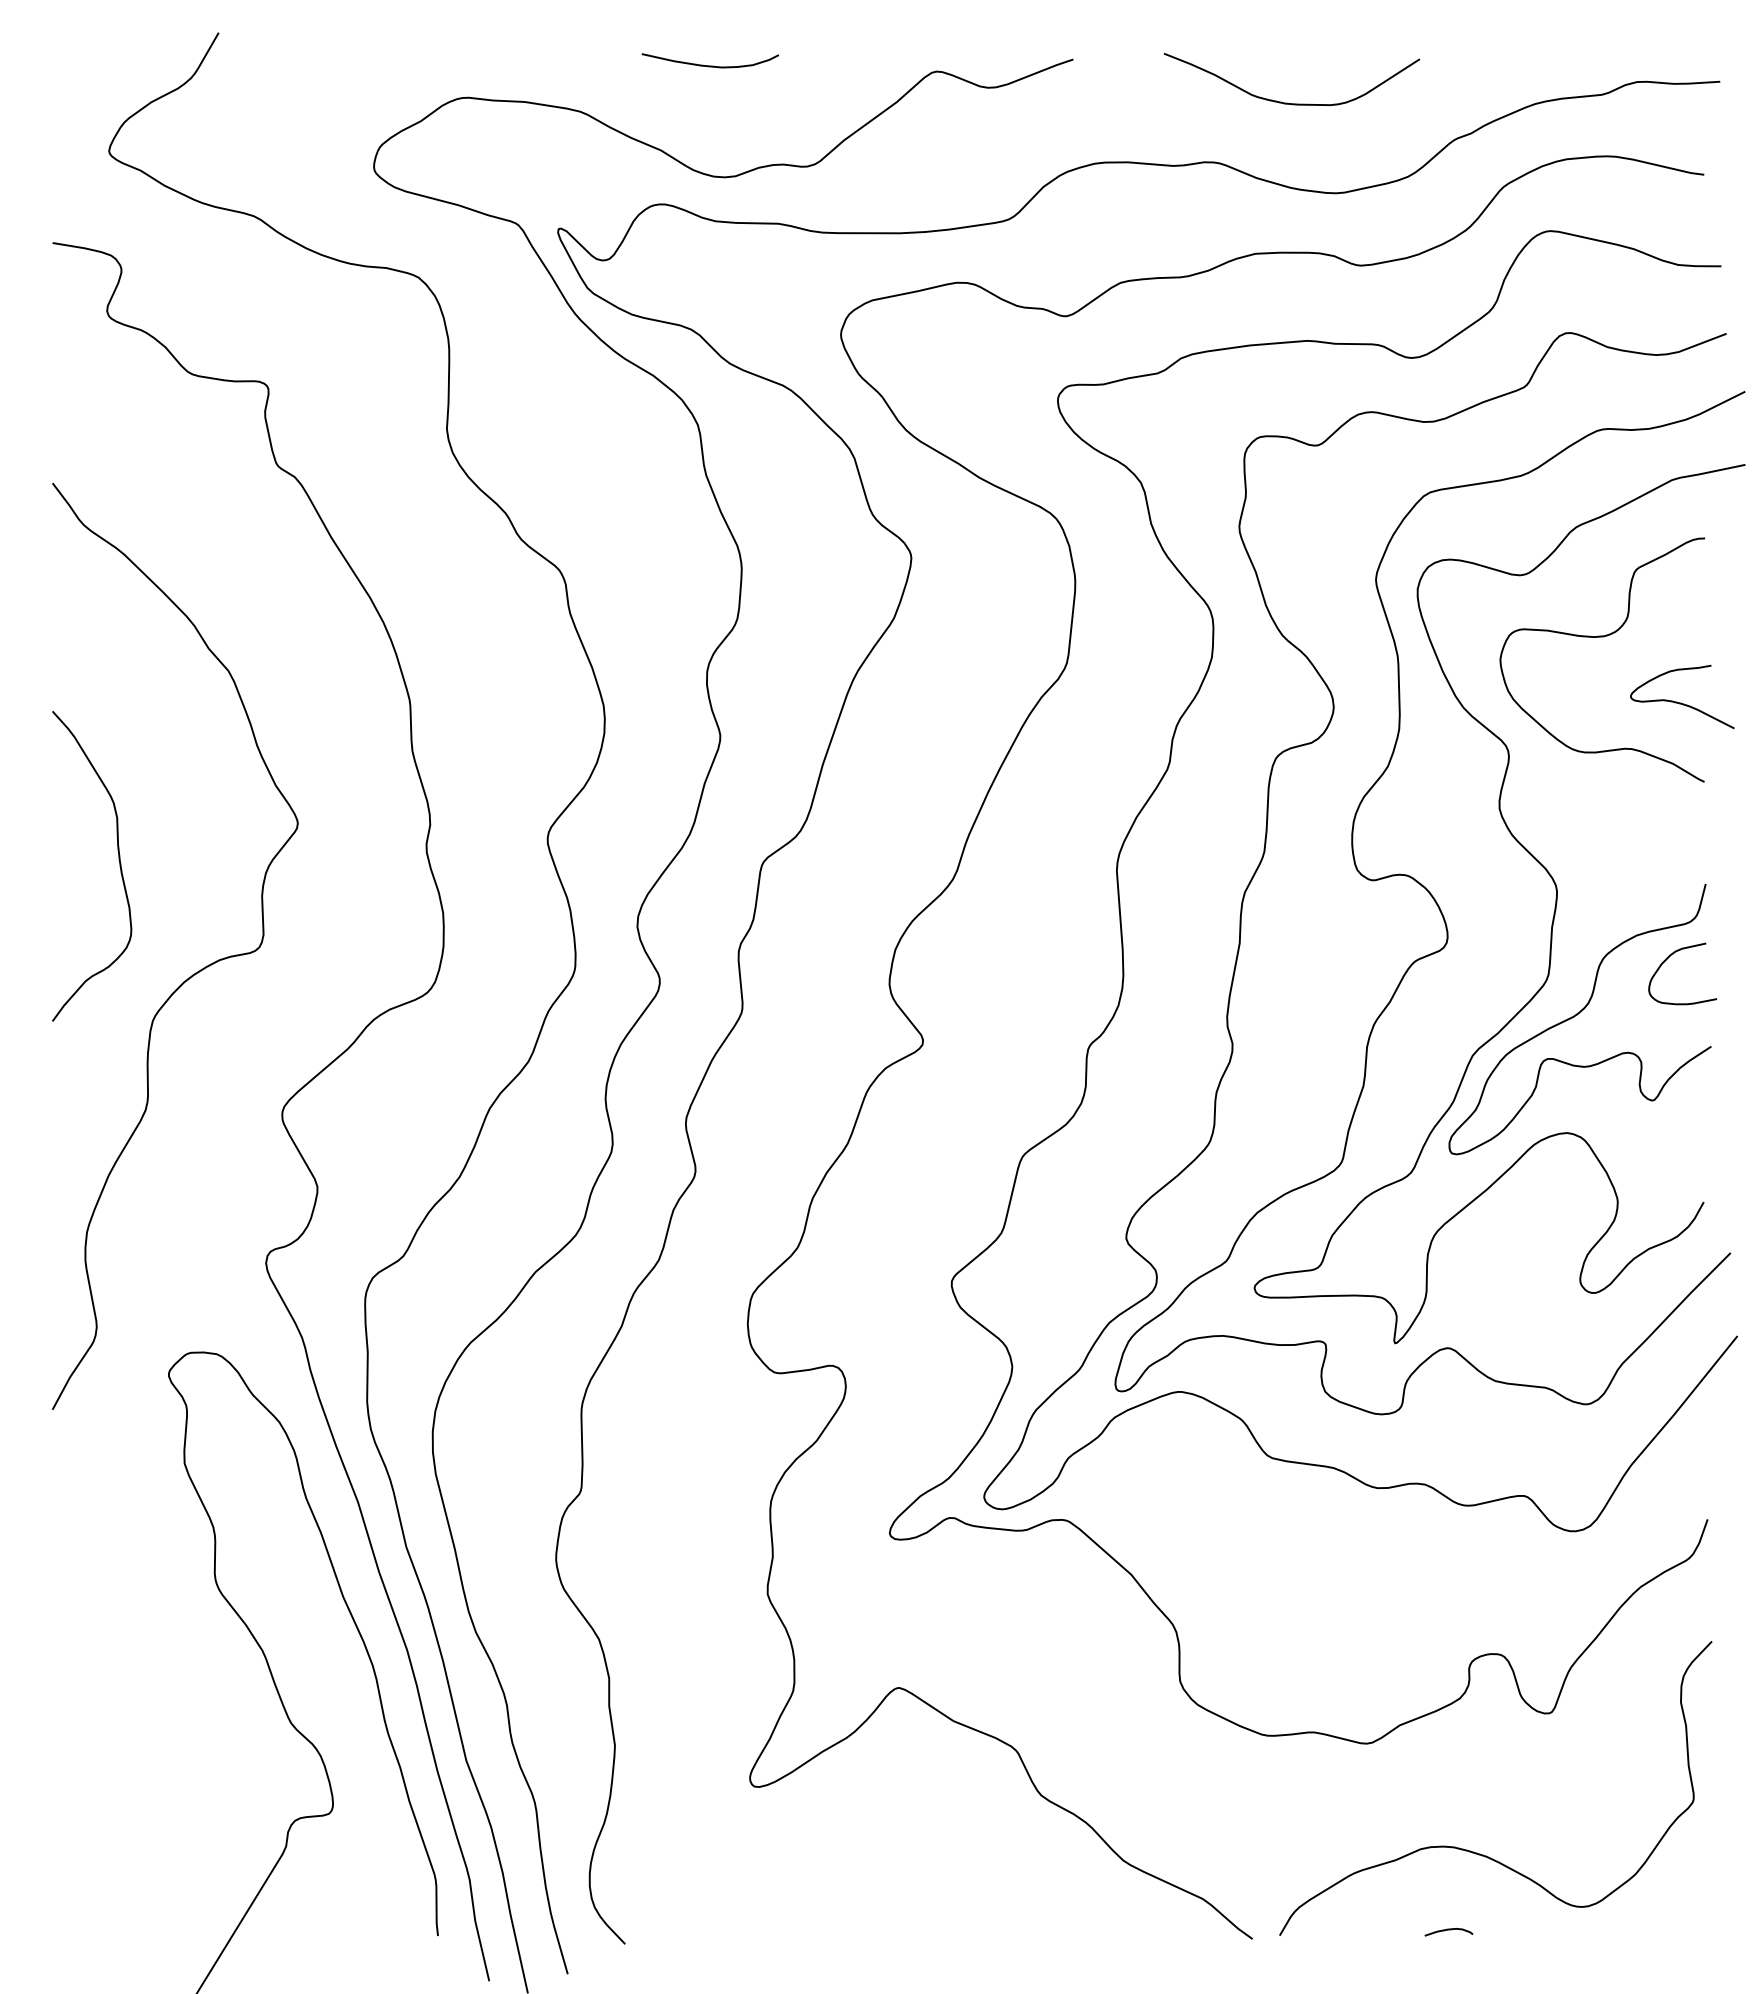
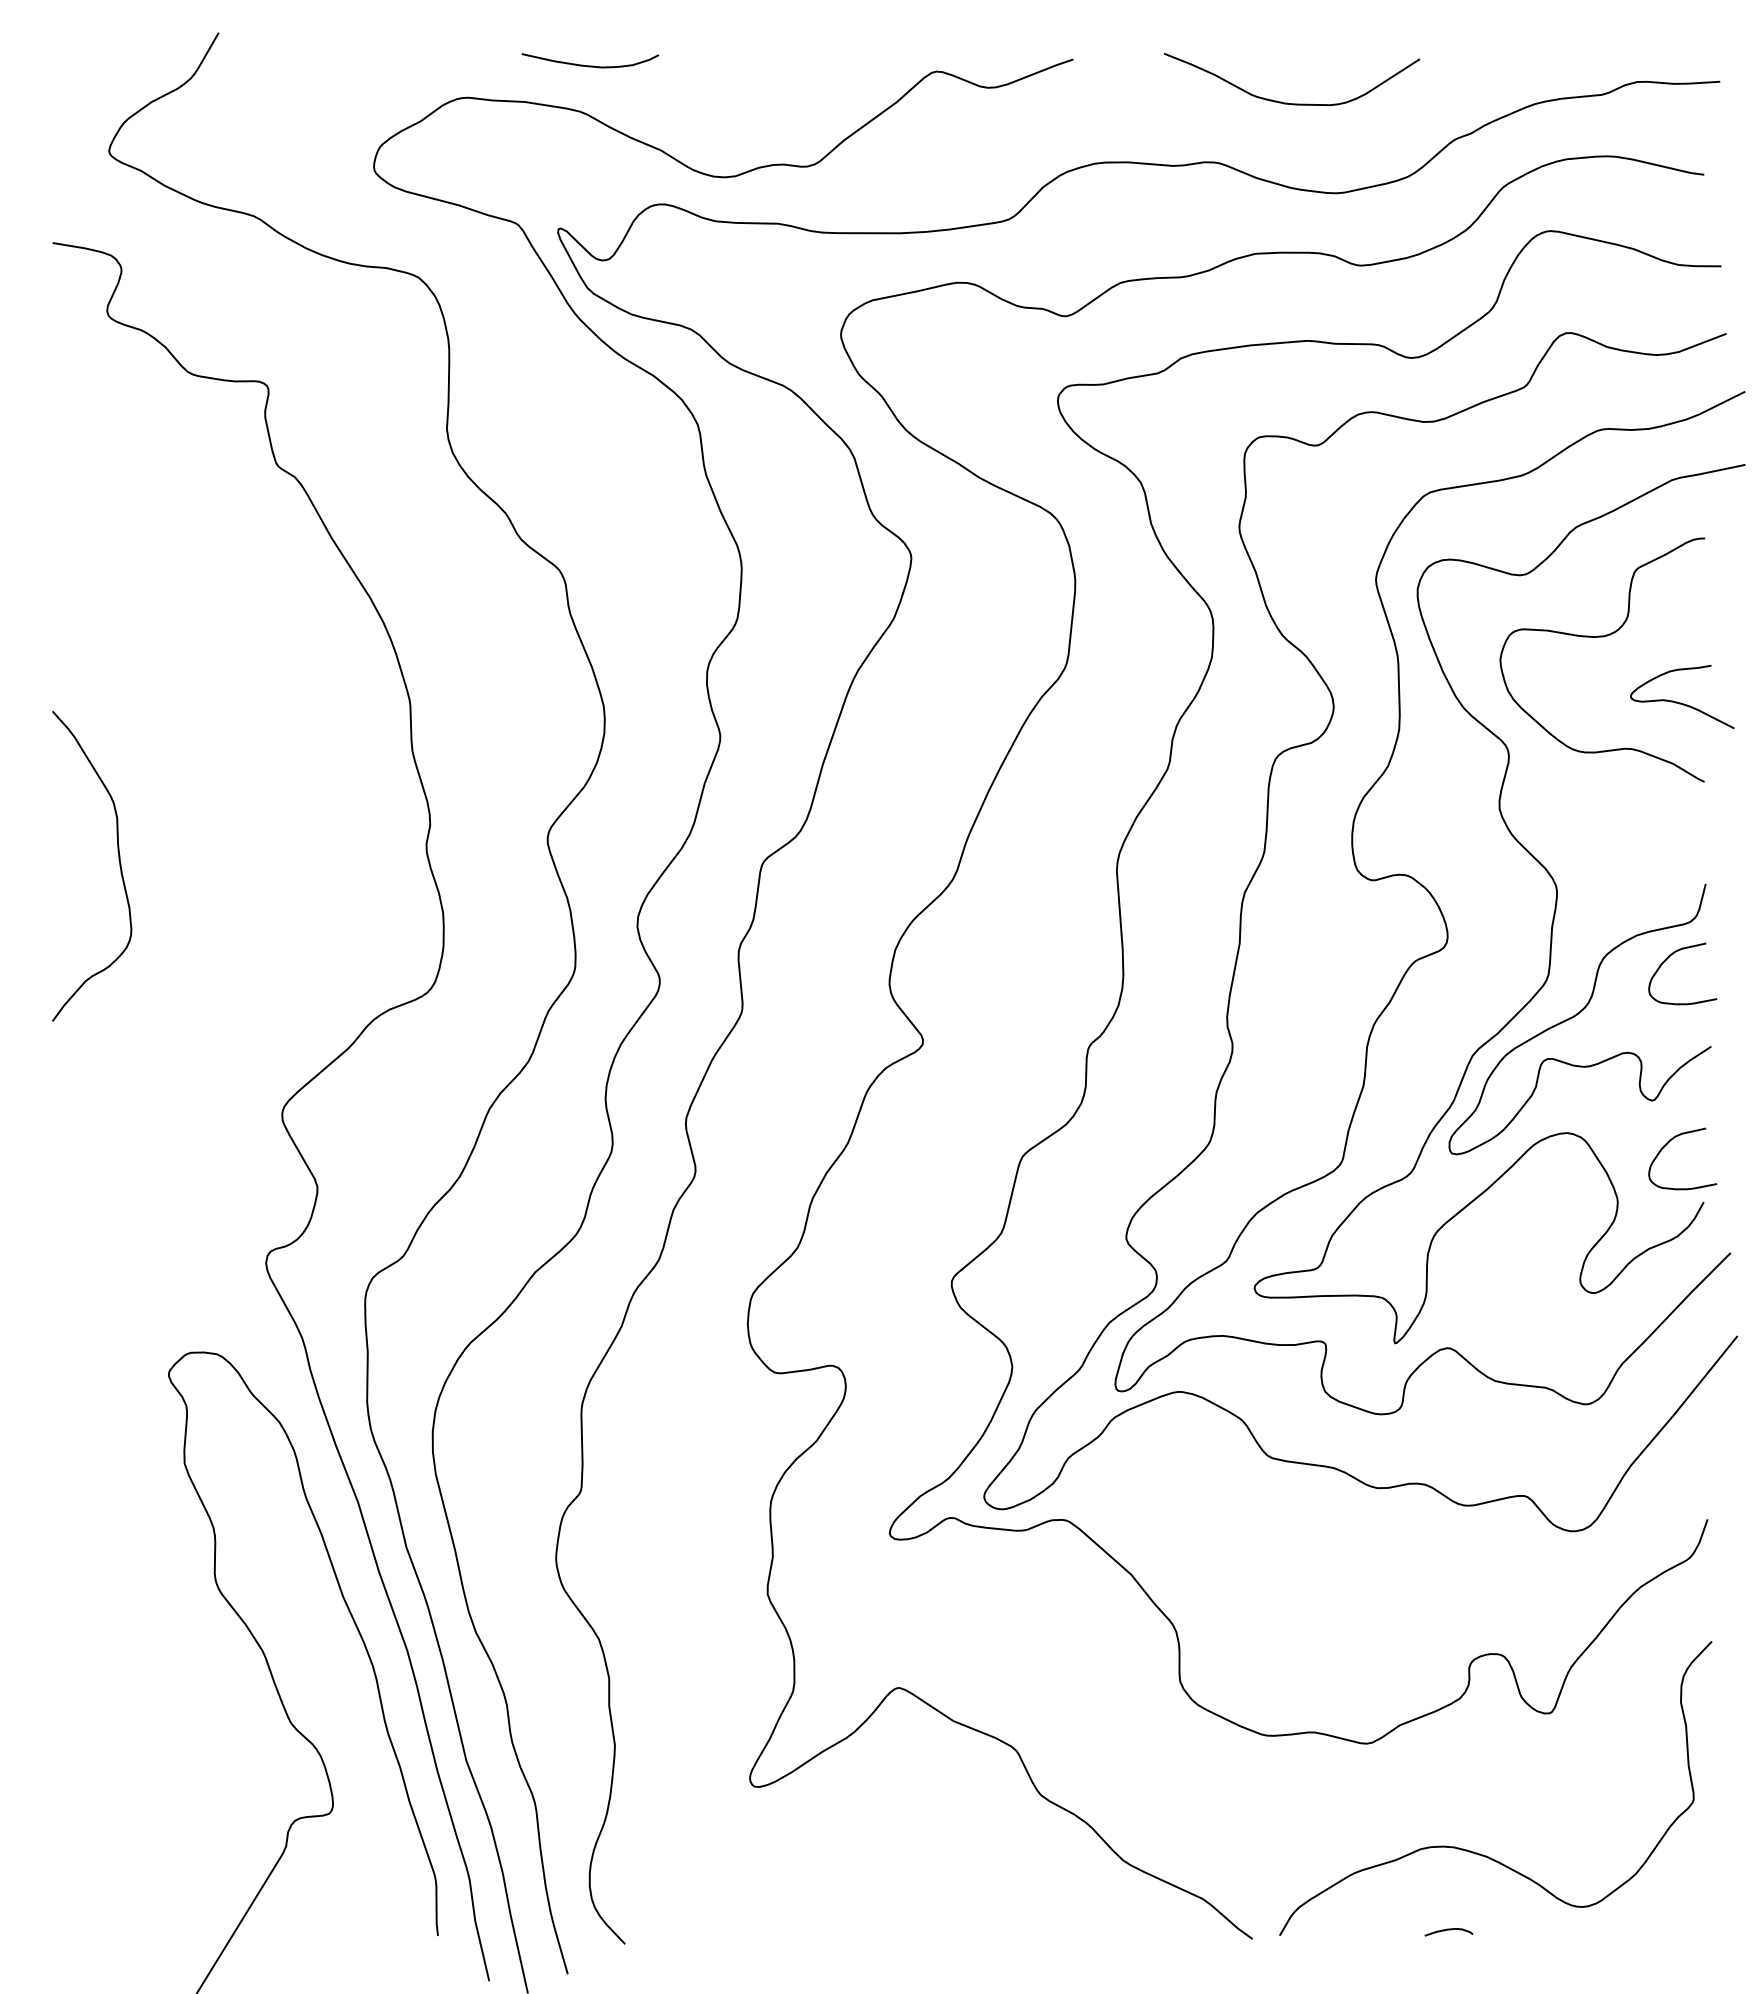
curve at (710, 65) position: (710, 65) -> (590, 65)
curve at (195, 972): present -> none
curve at (1668, 1143): none -> present
